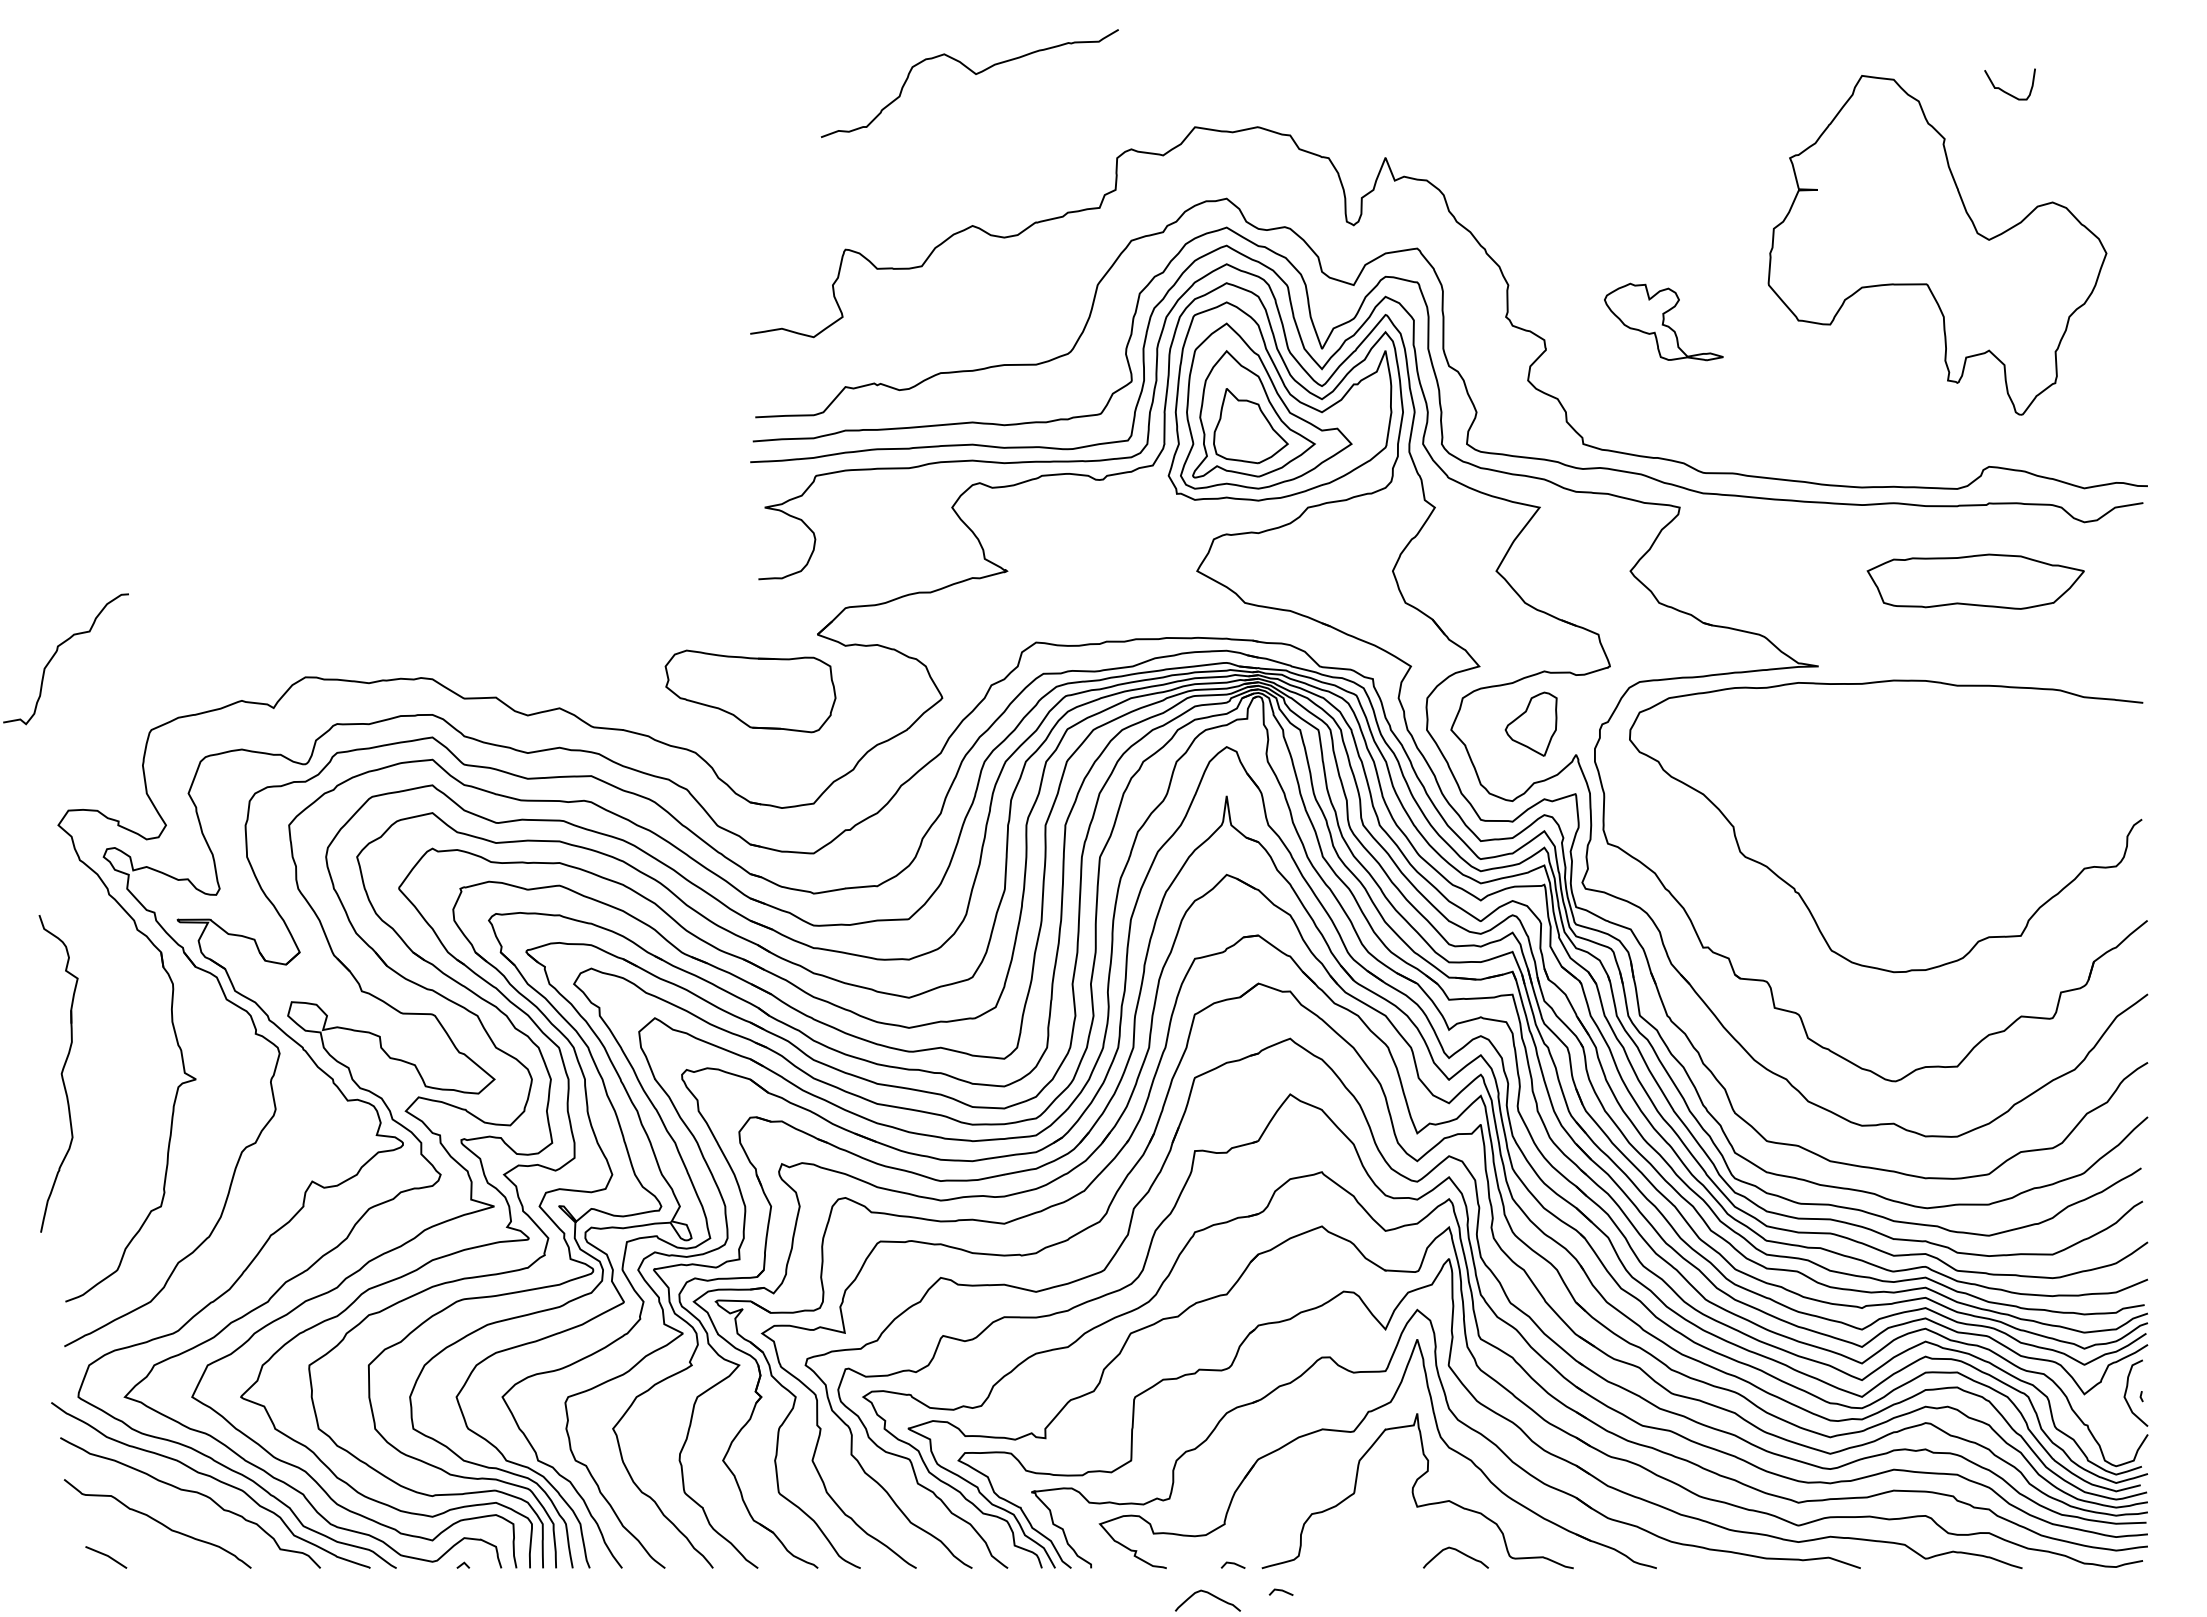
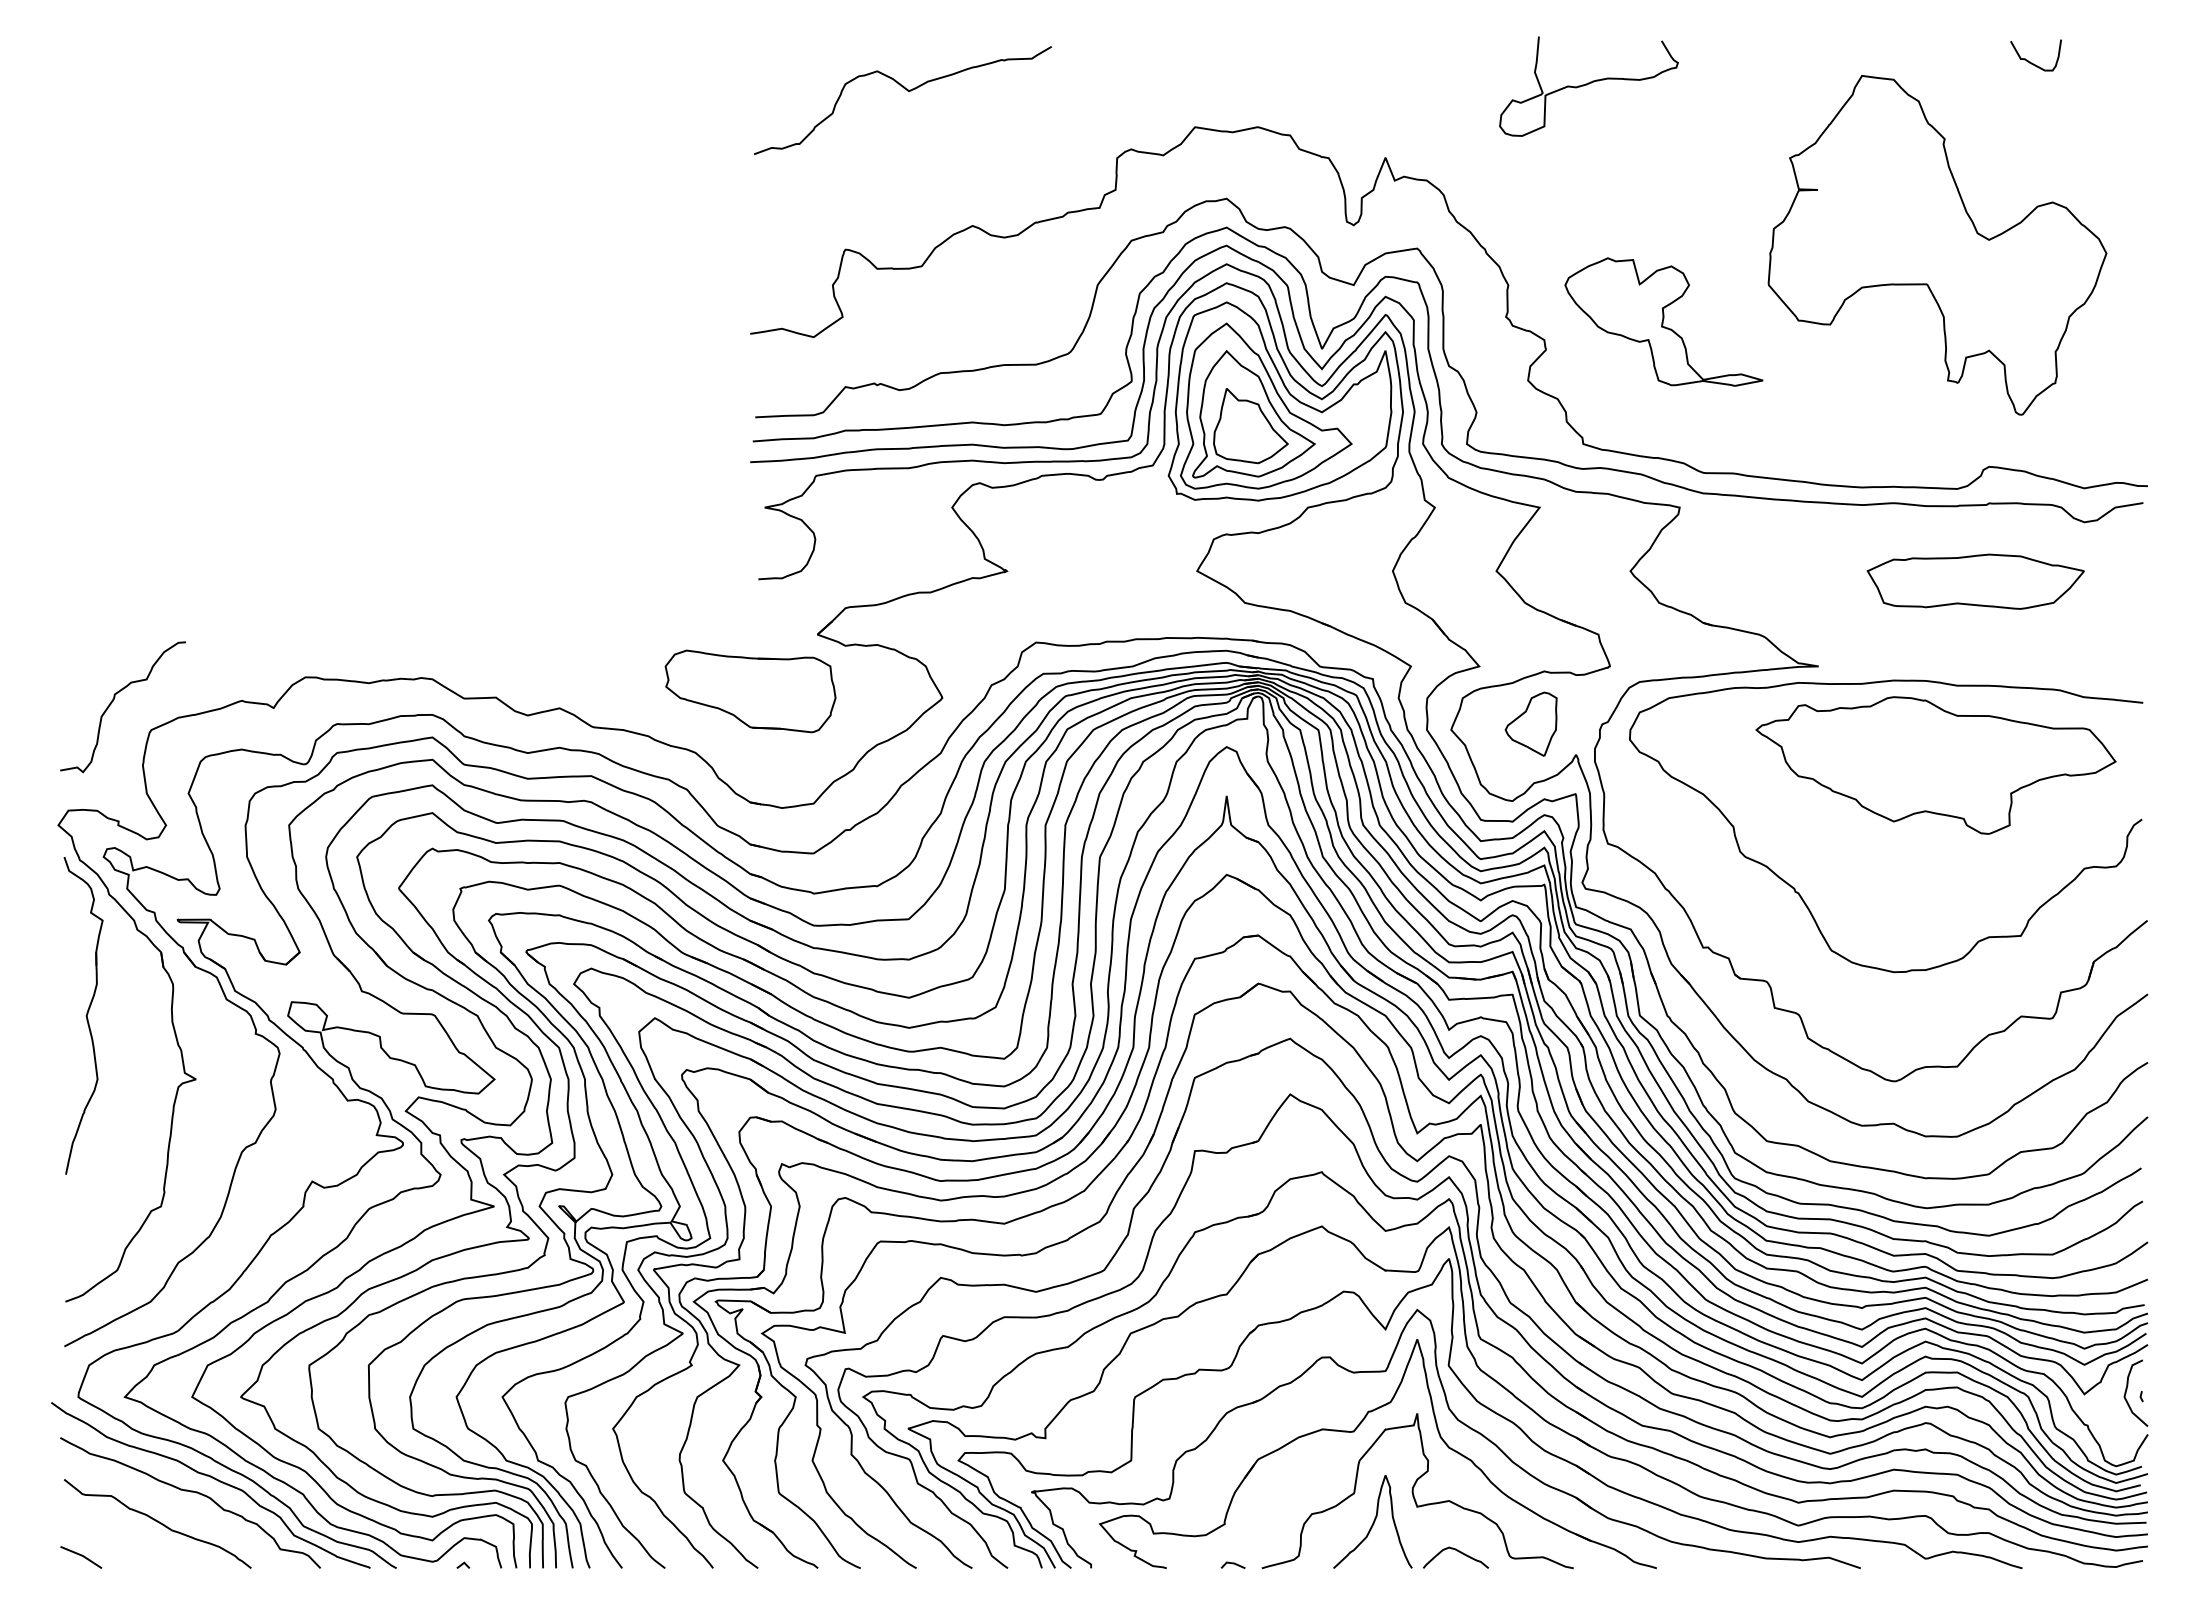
curve at (974, 74) position: (974, 74) -> (907, 91)
curve at (1588, 84): none -> present
curve at (2006, 91) position: (2006, 91) -> (2032, 62)
part at (1663, 321) size: 120x80 px -> 200x130 px
curve at (56, 653) position: (56, 653) -> (113, 701)
part at (1935, 765): none -> present
part at (58, 1073) position: (58, 1073) -> (83, 1015)
curve at (1373, 1521): none -> present
line at (106, 1556) position: (106, 1556) -> (81, 1556)
line at (1280, 1591): present -> none
curve at (1210, 1595): present -> none
